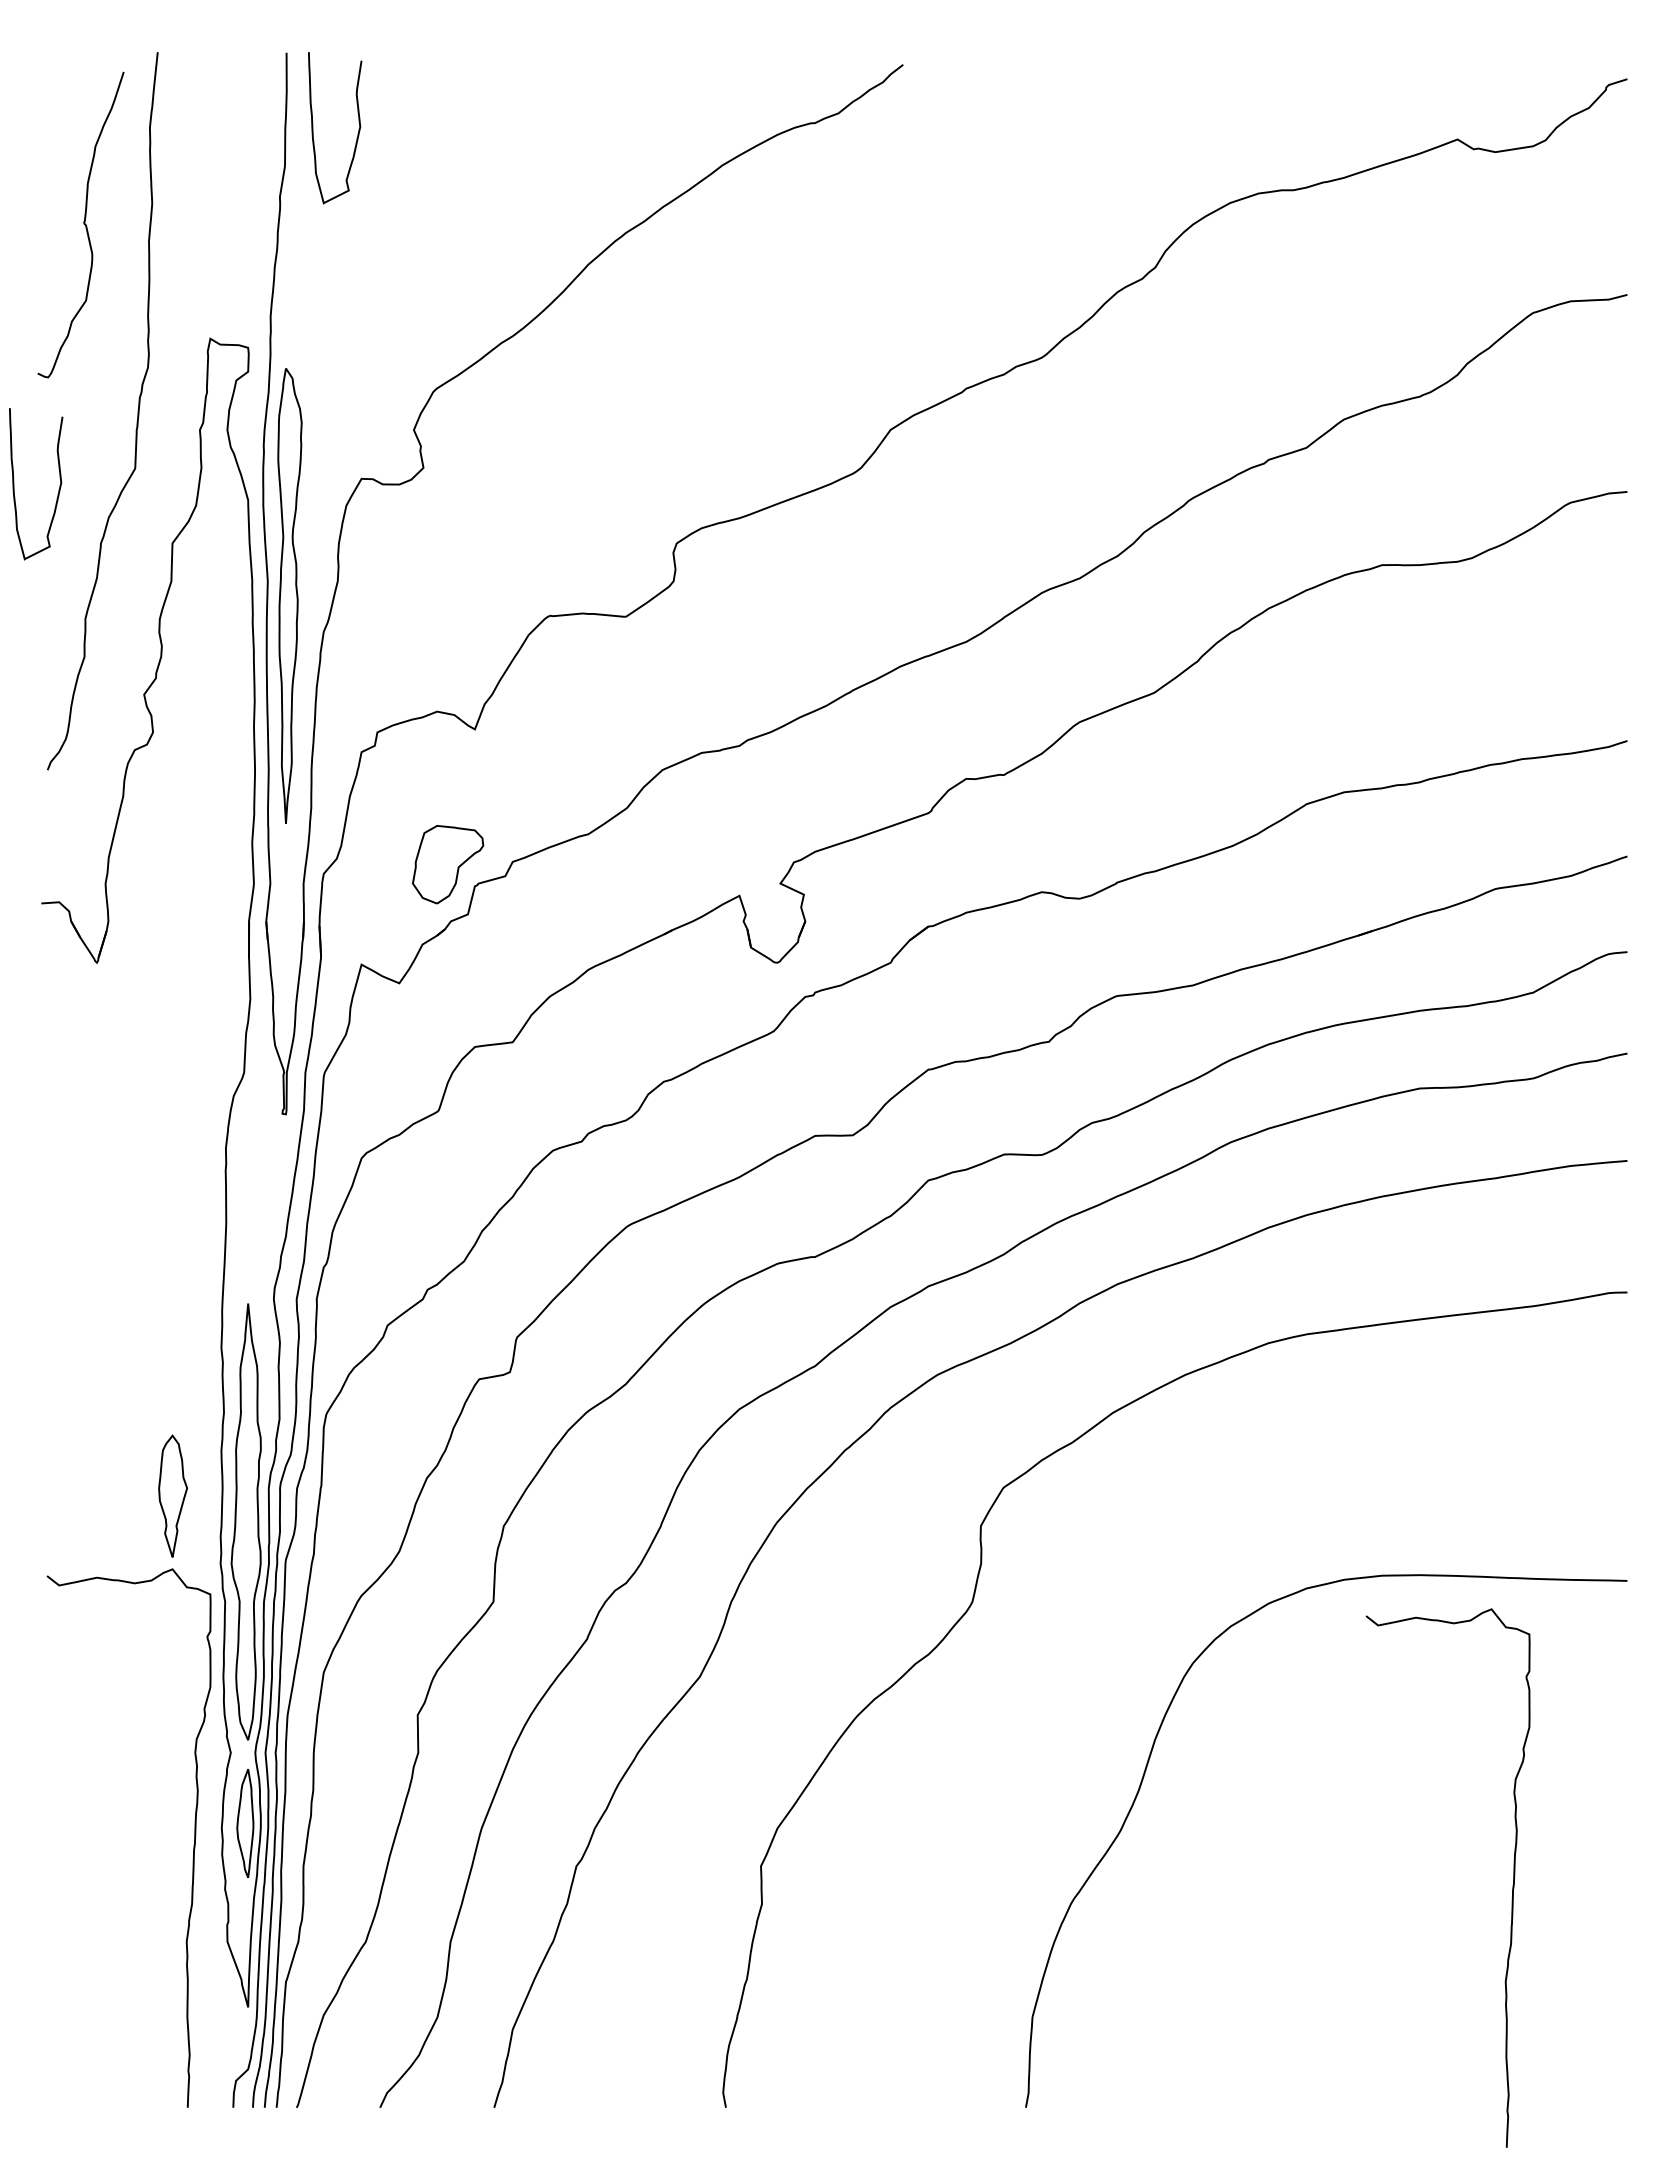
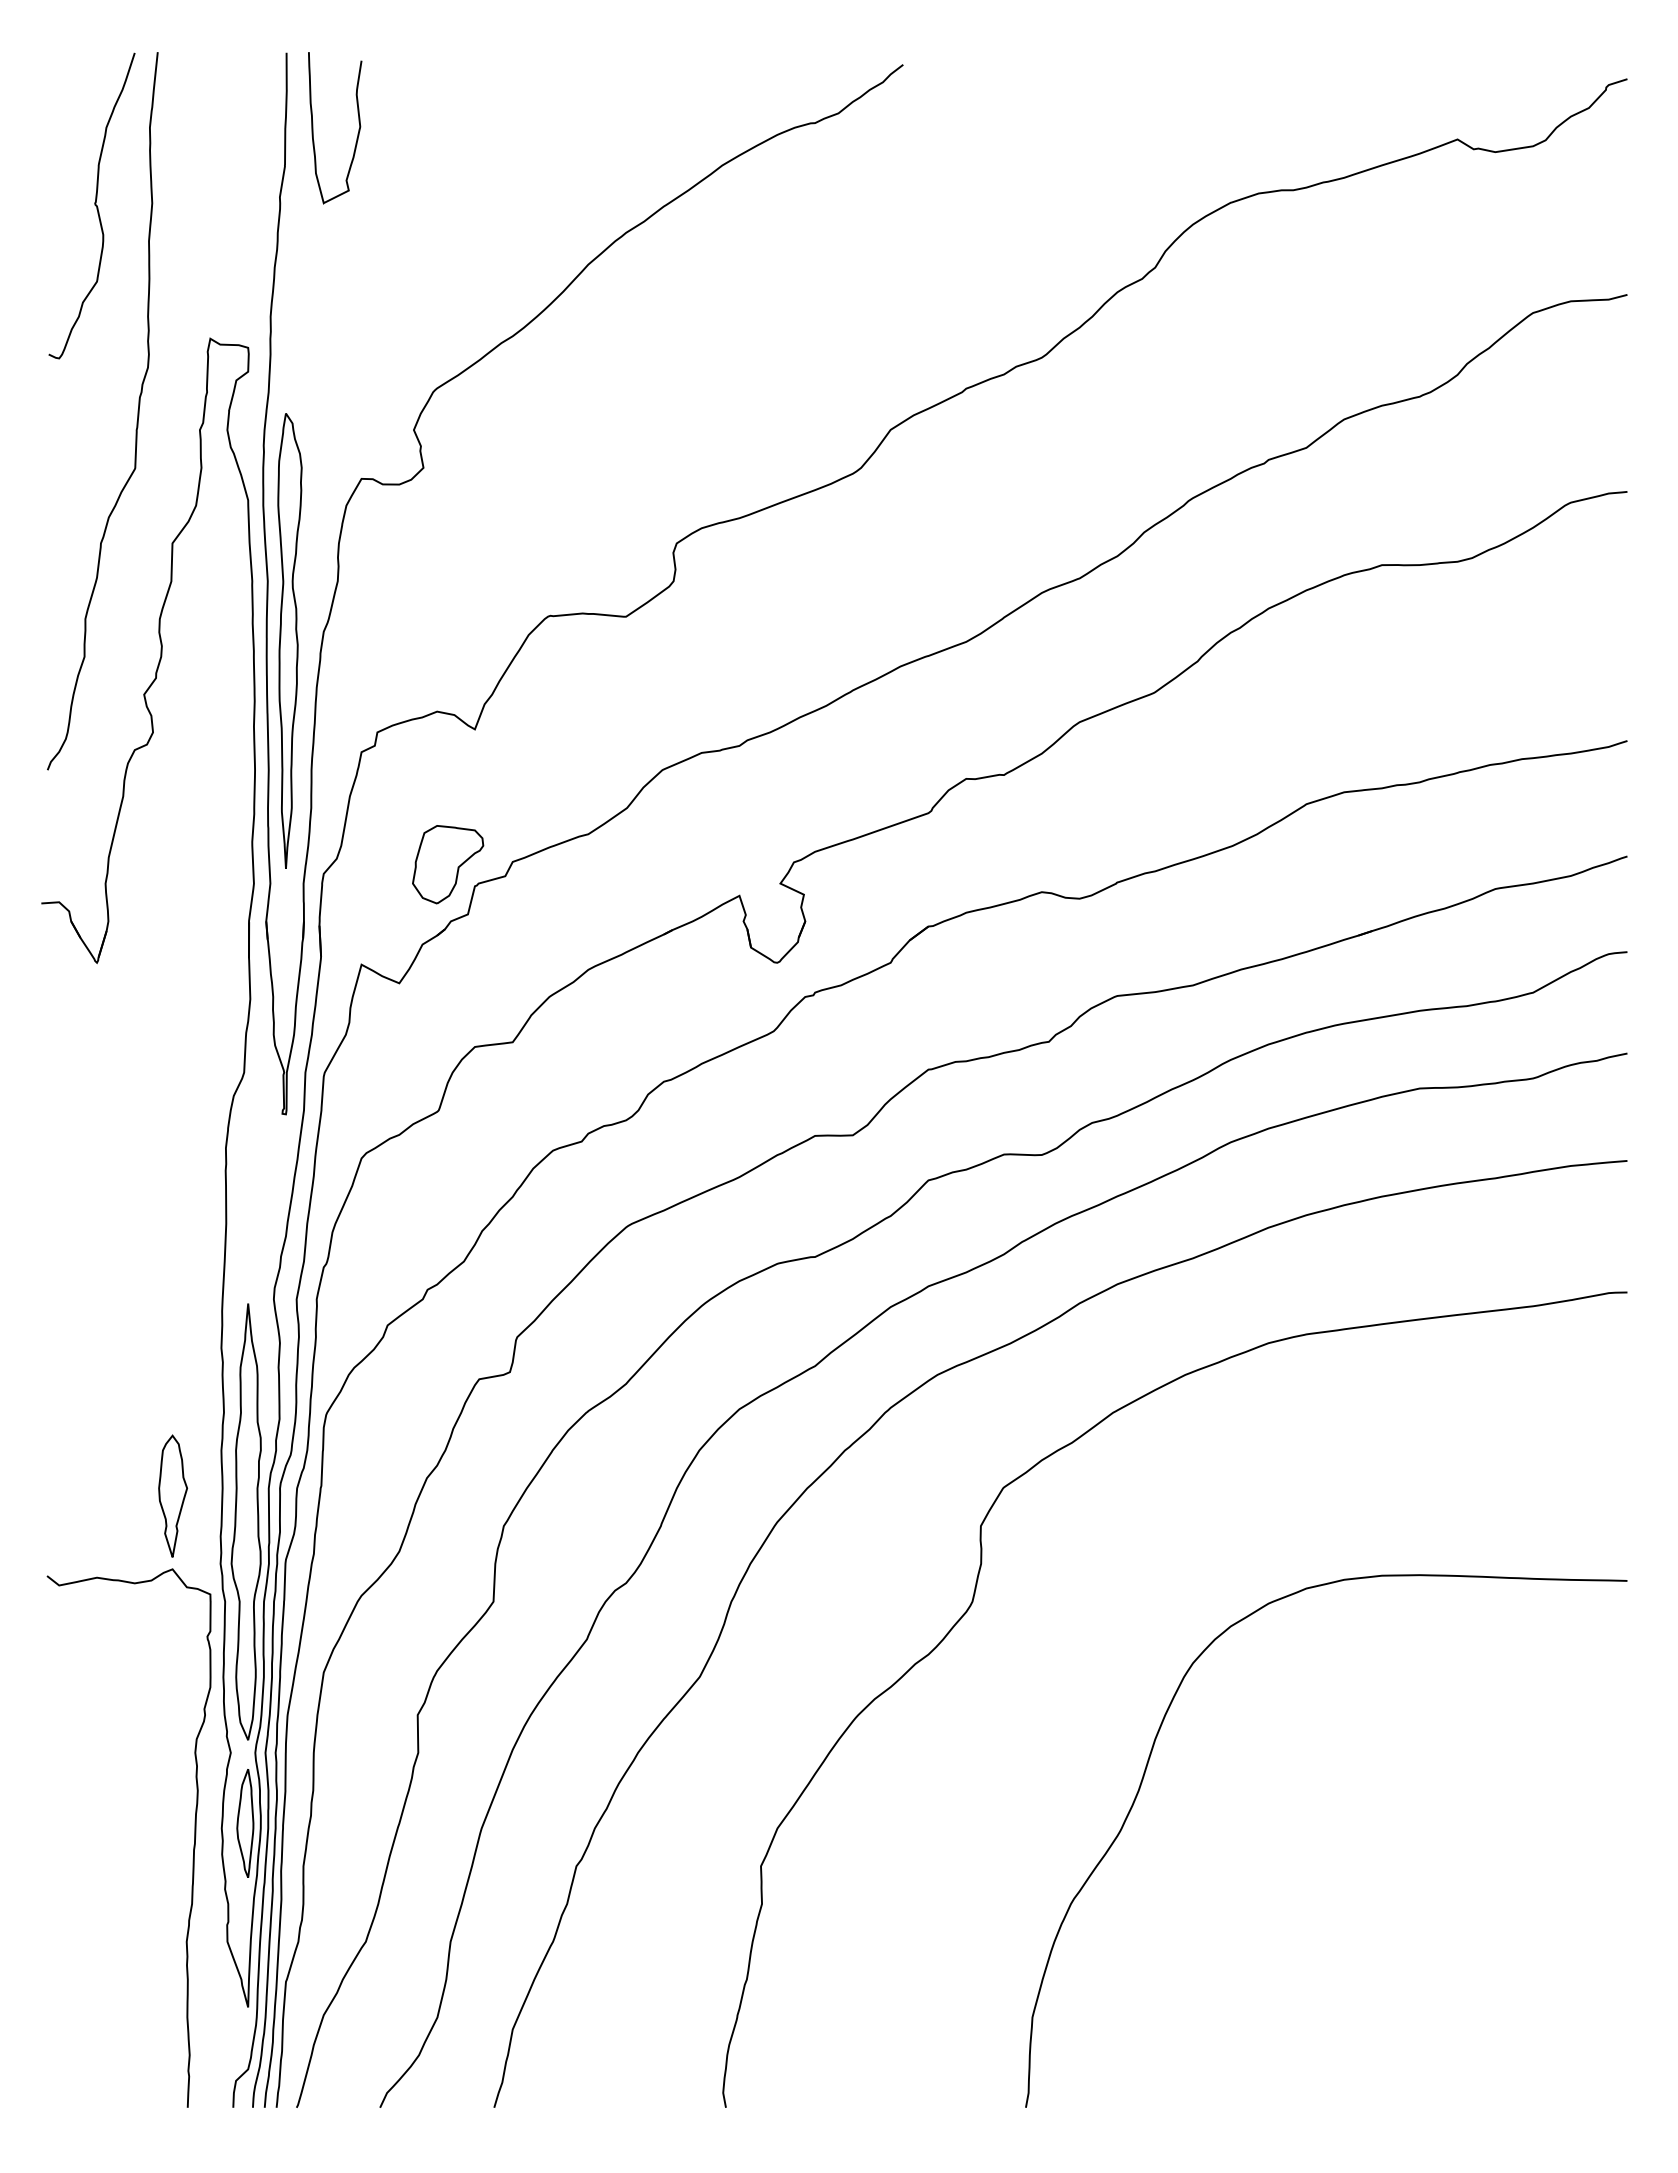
curve at (83, 224) position: (83, 224) -> (94, 205)
curve at (14, 484): present -> none
part at (289, 595) position: (289, 595) -> (289, 640)
curve at (1512, 1885): present -> none
